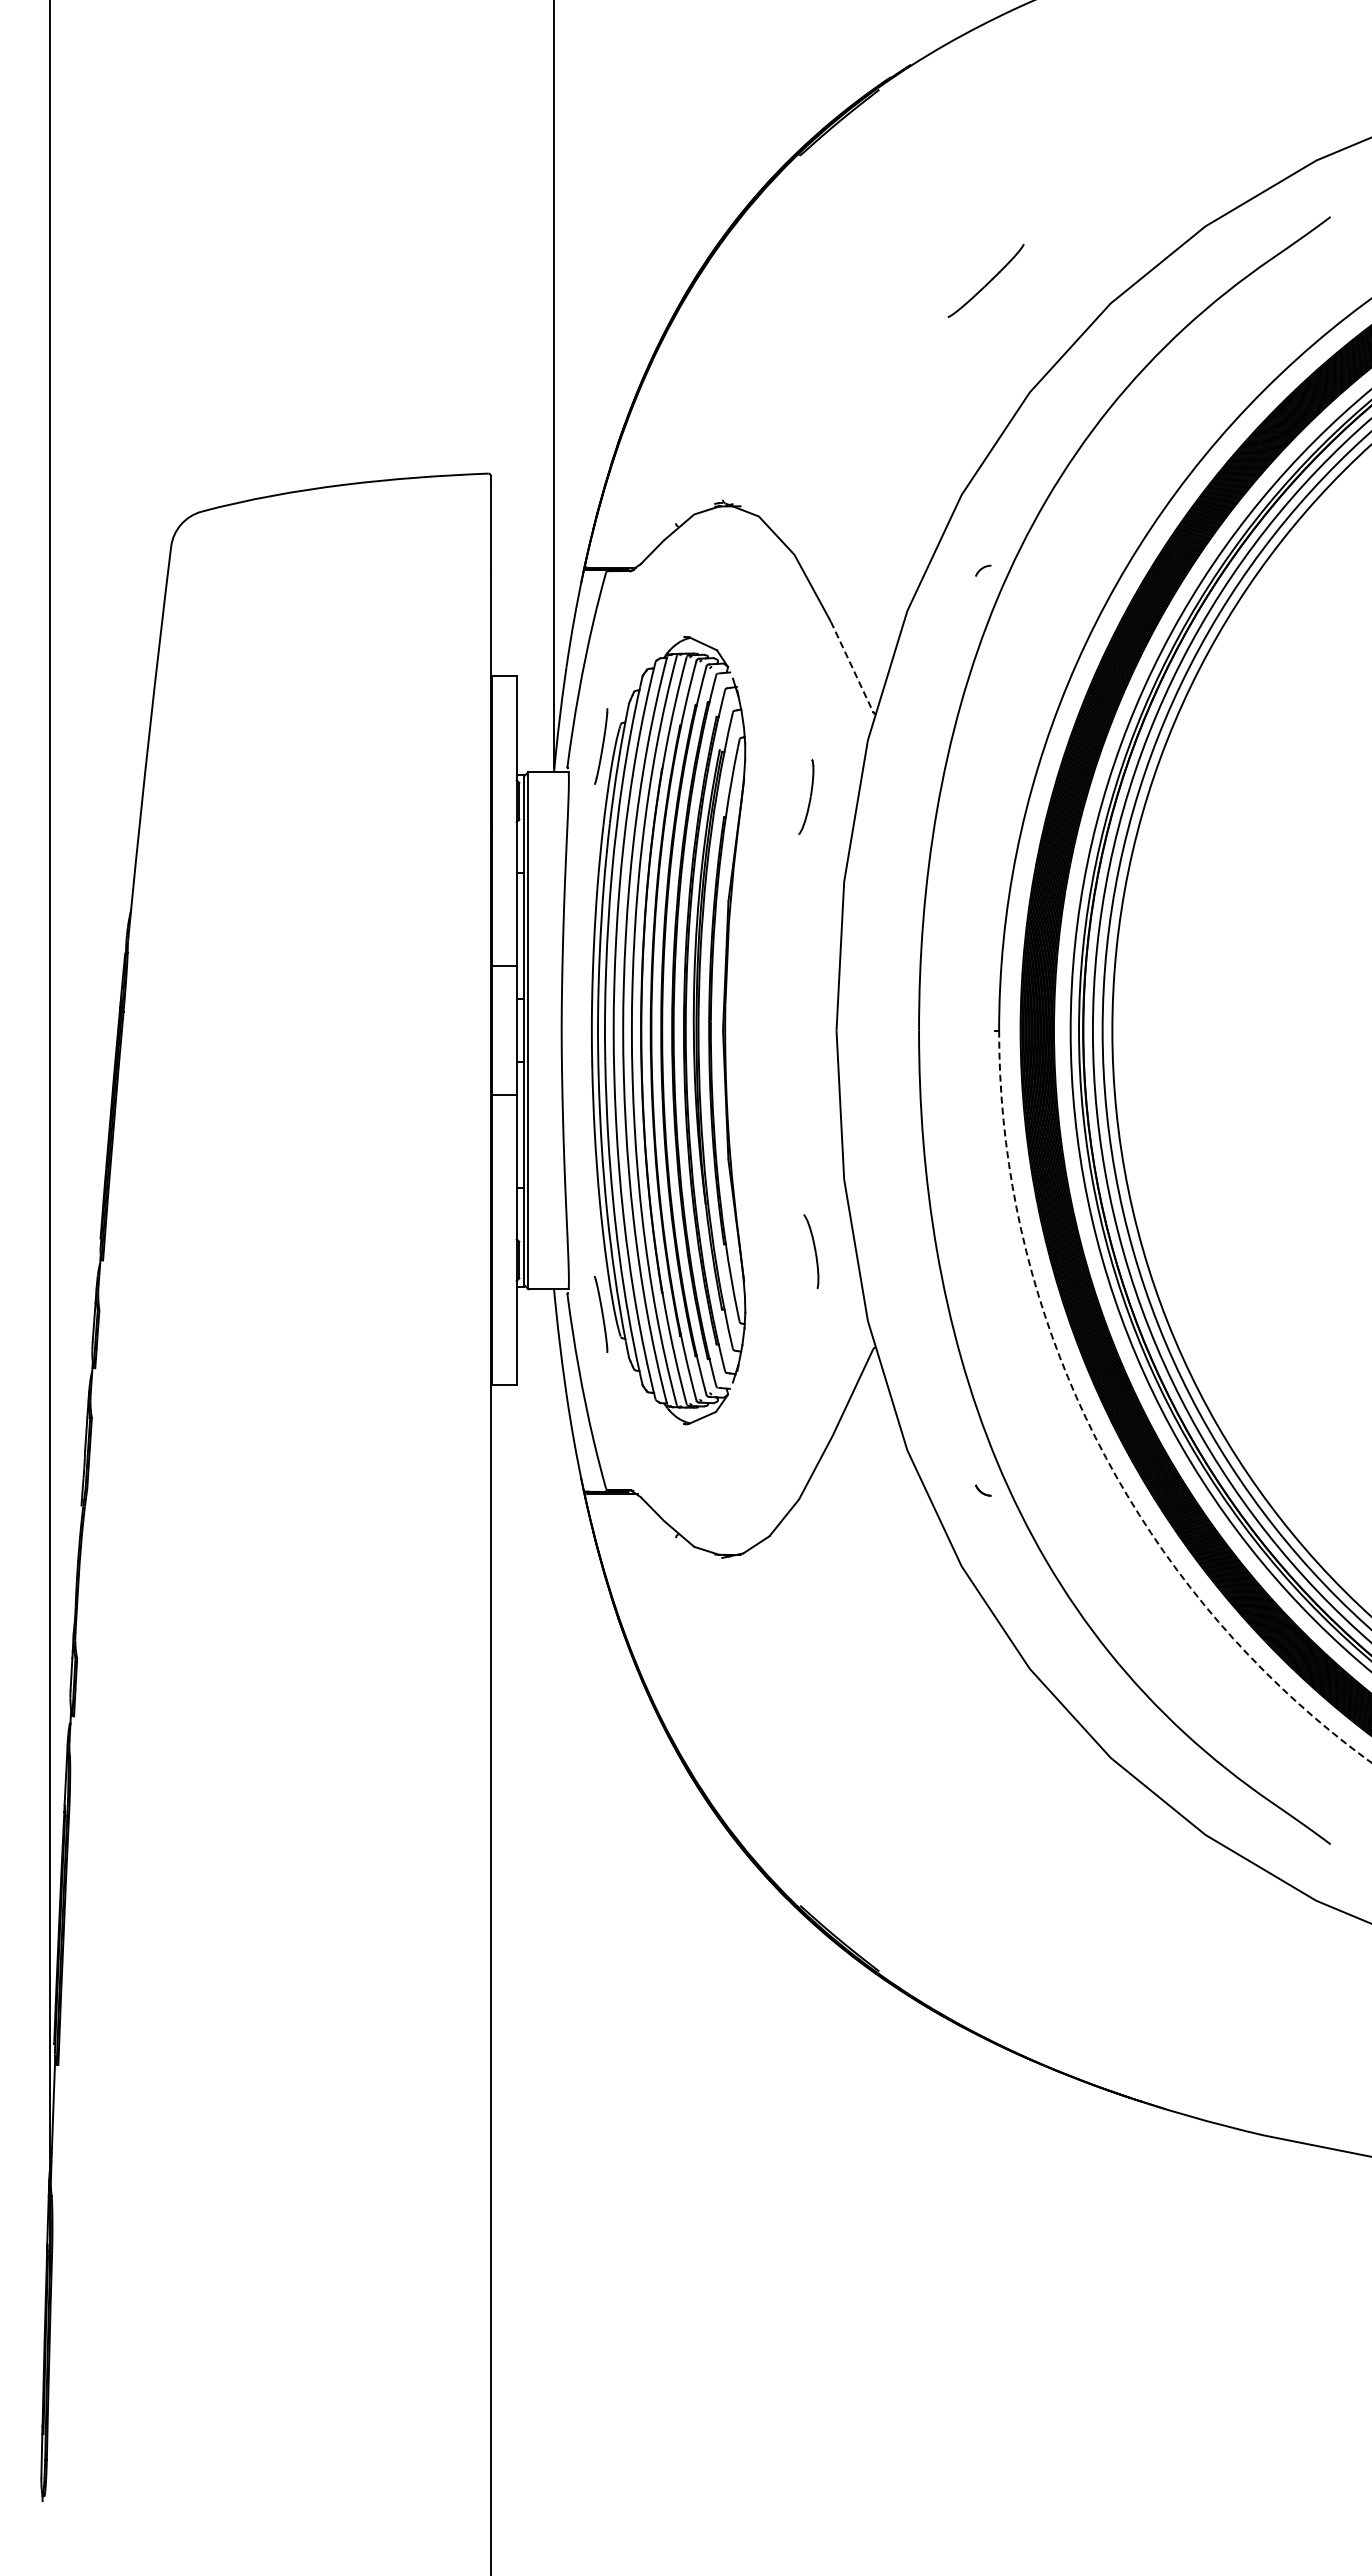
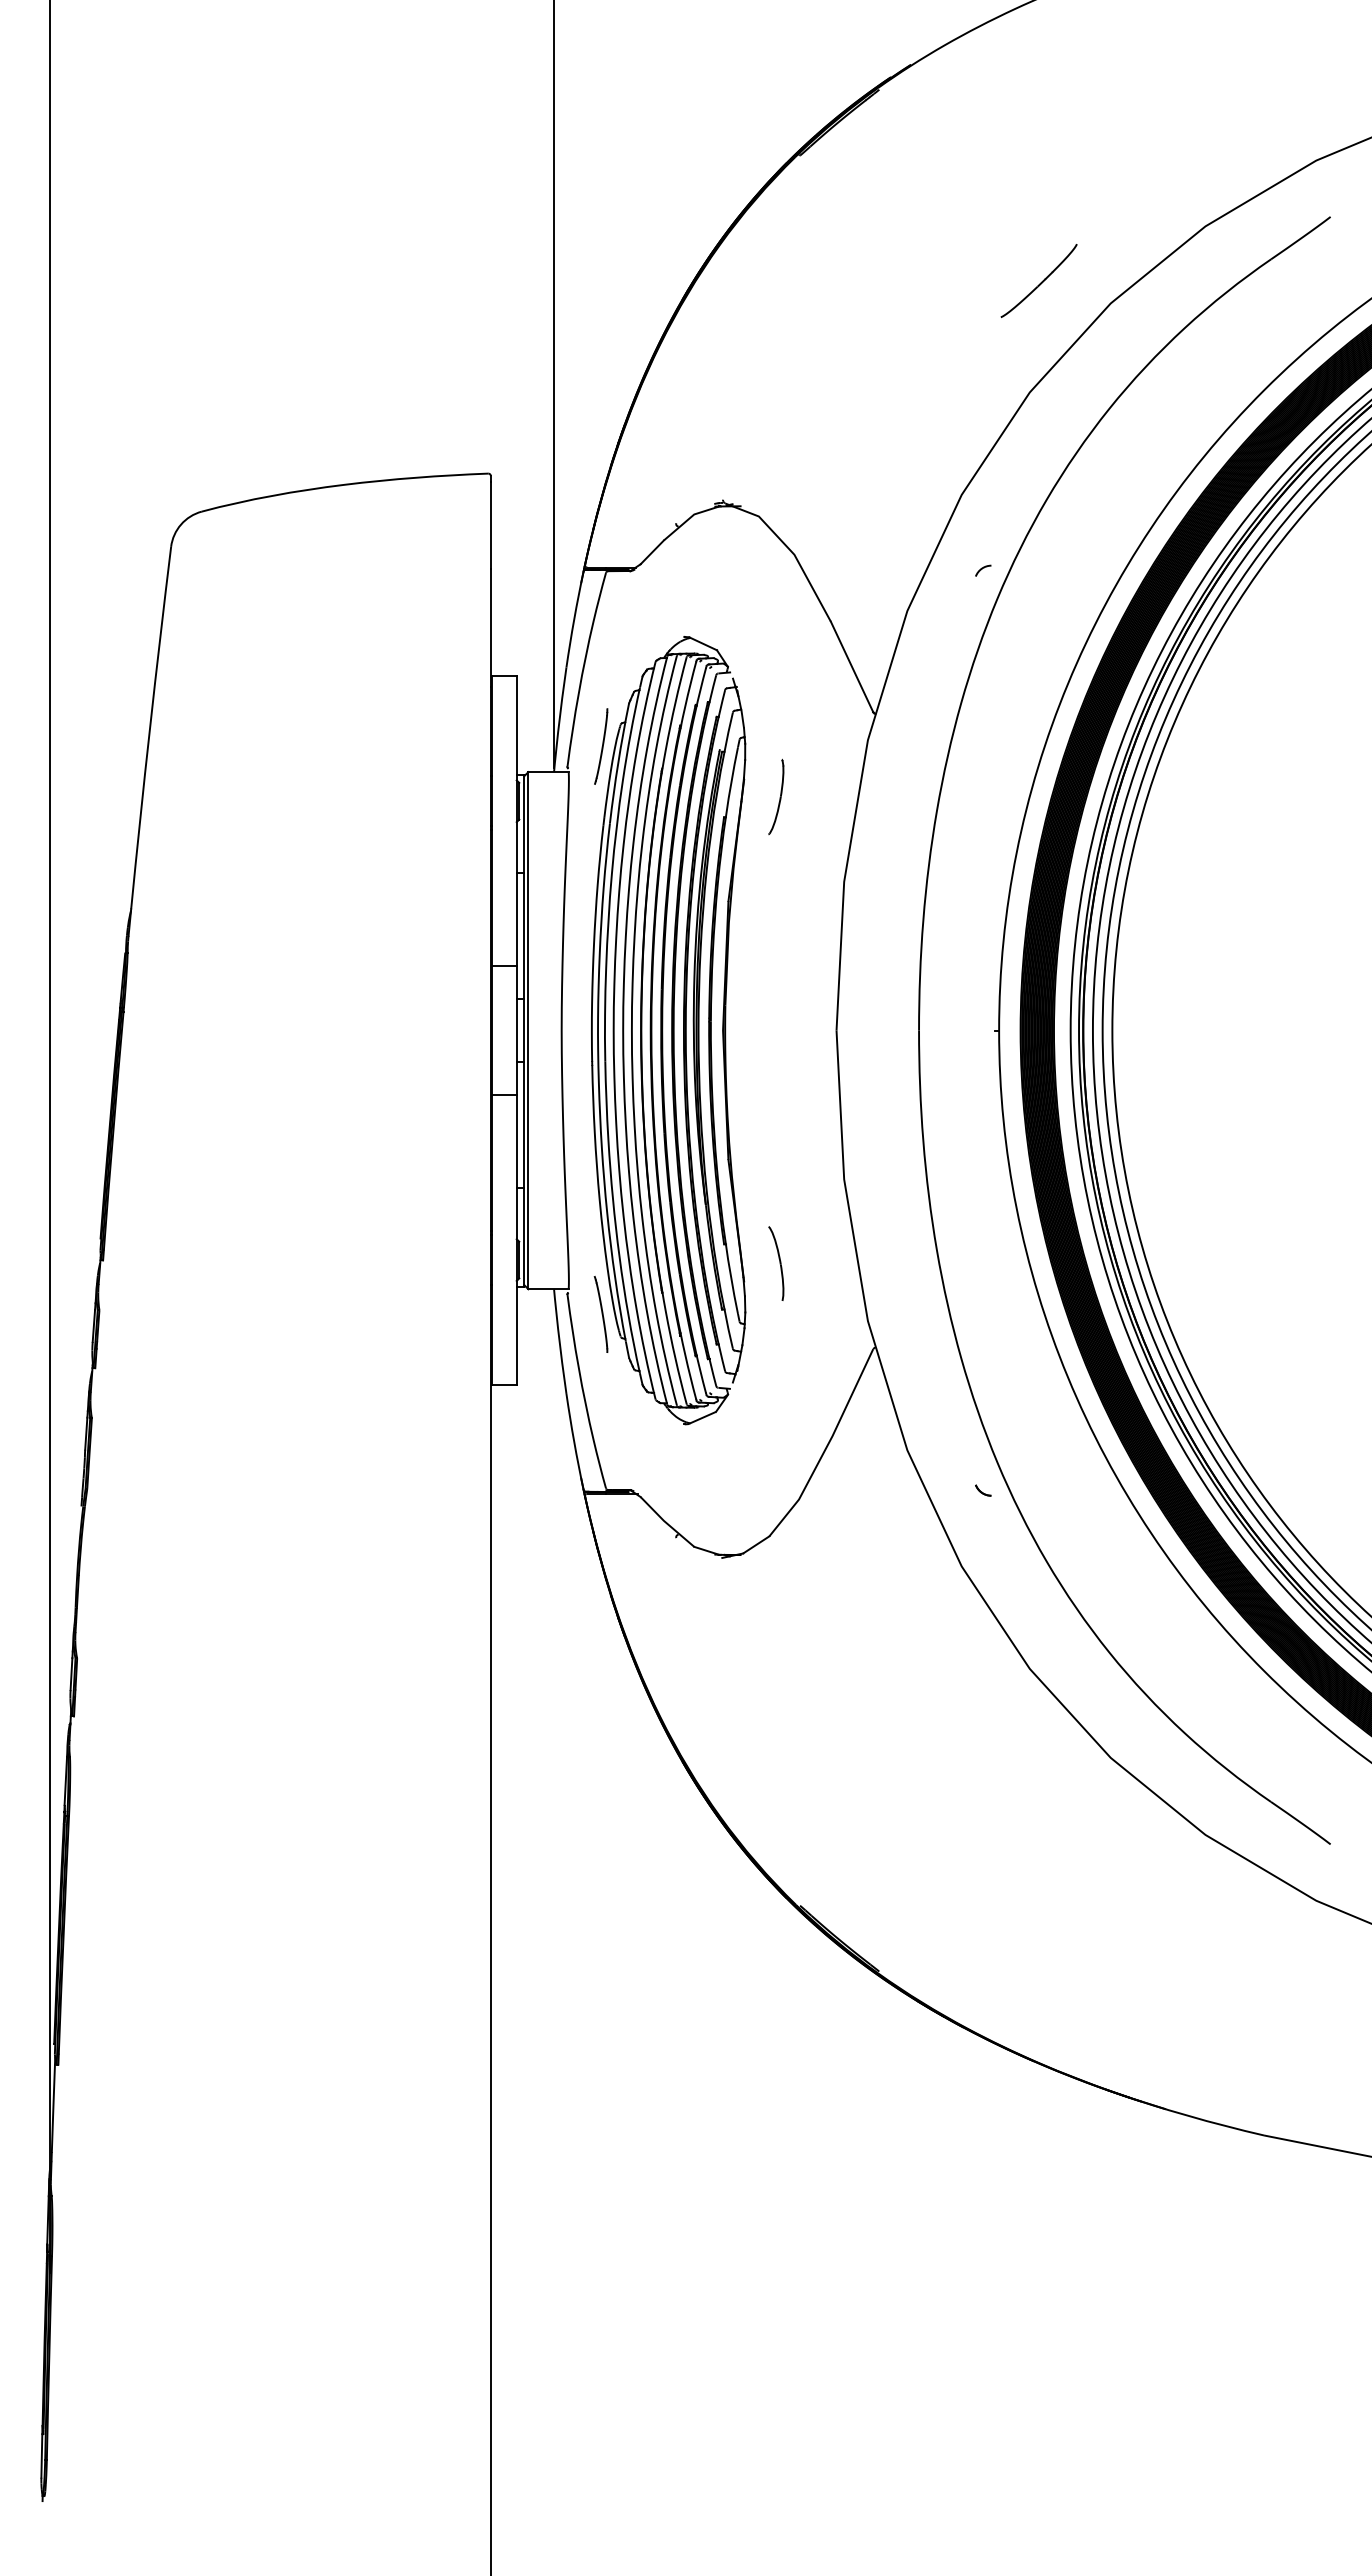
part at (985, 280) position: (985, 280) -> (1038, 280)
line at (852, 667): dashed -> solid
part at (806, 796) position: (806, 796) -> (776, 796)
part at (811, 1251) position: (811, 1251) -> (776, 1263)
arc at (1097, 1441): dashed -> solid
